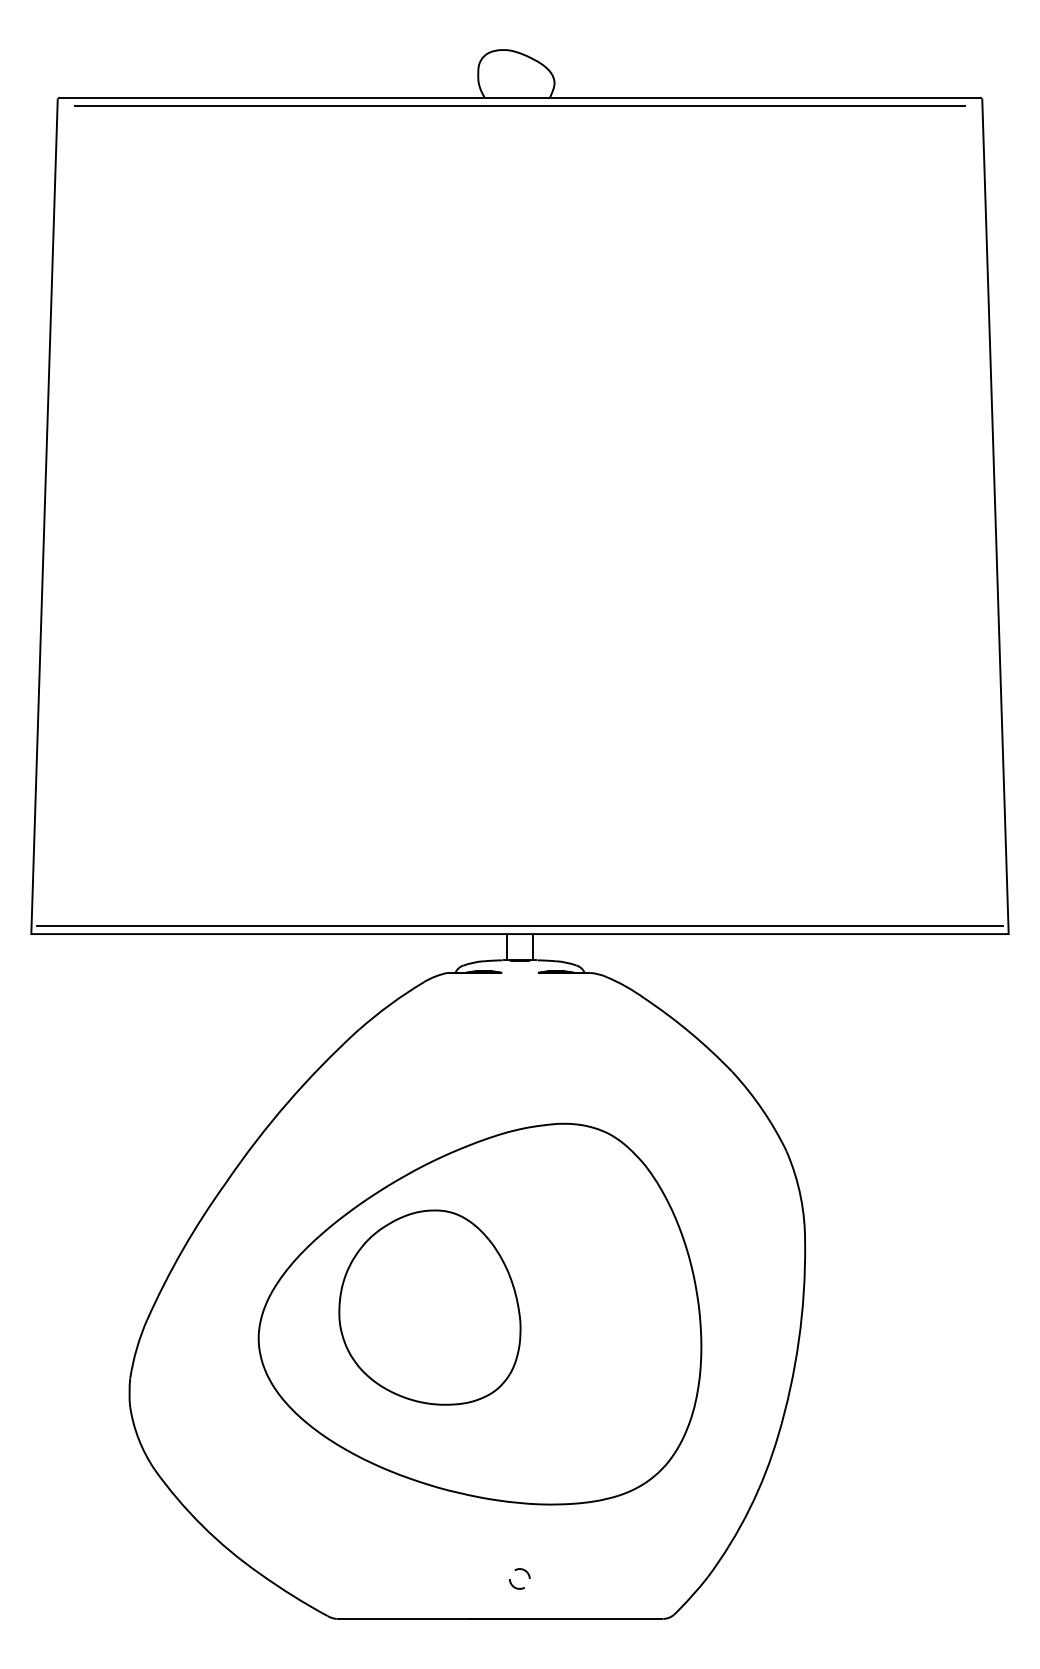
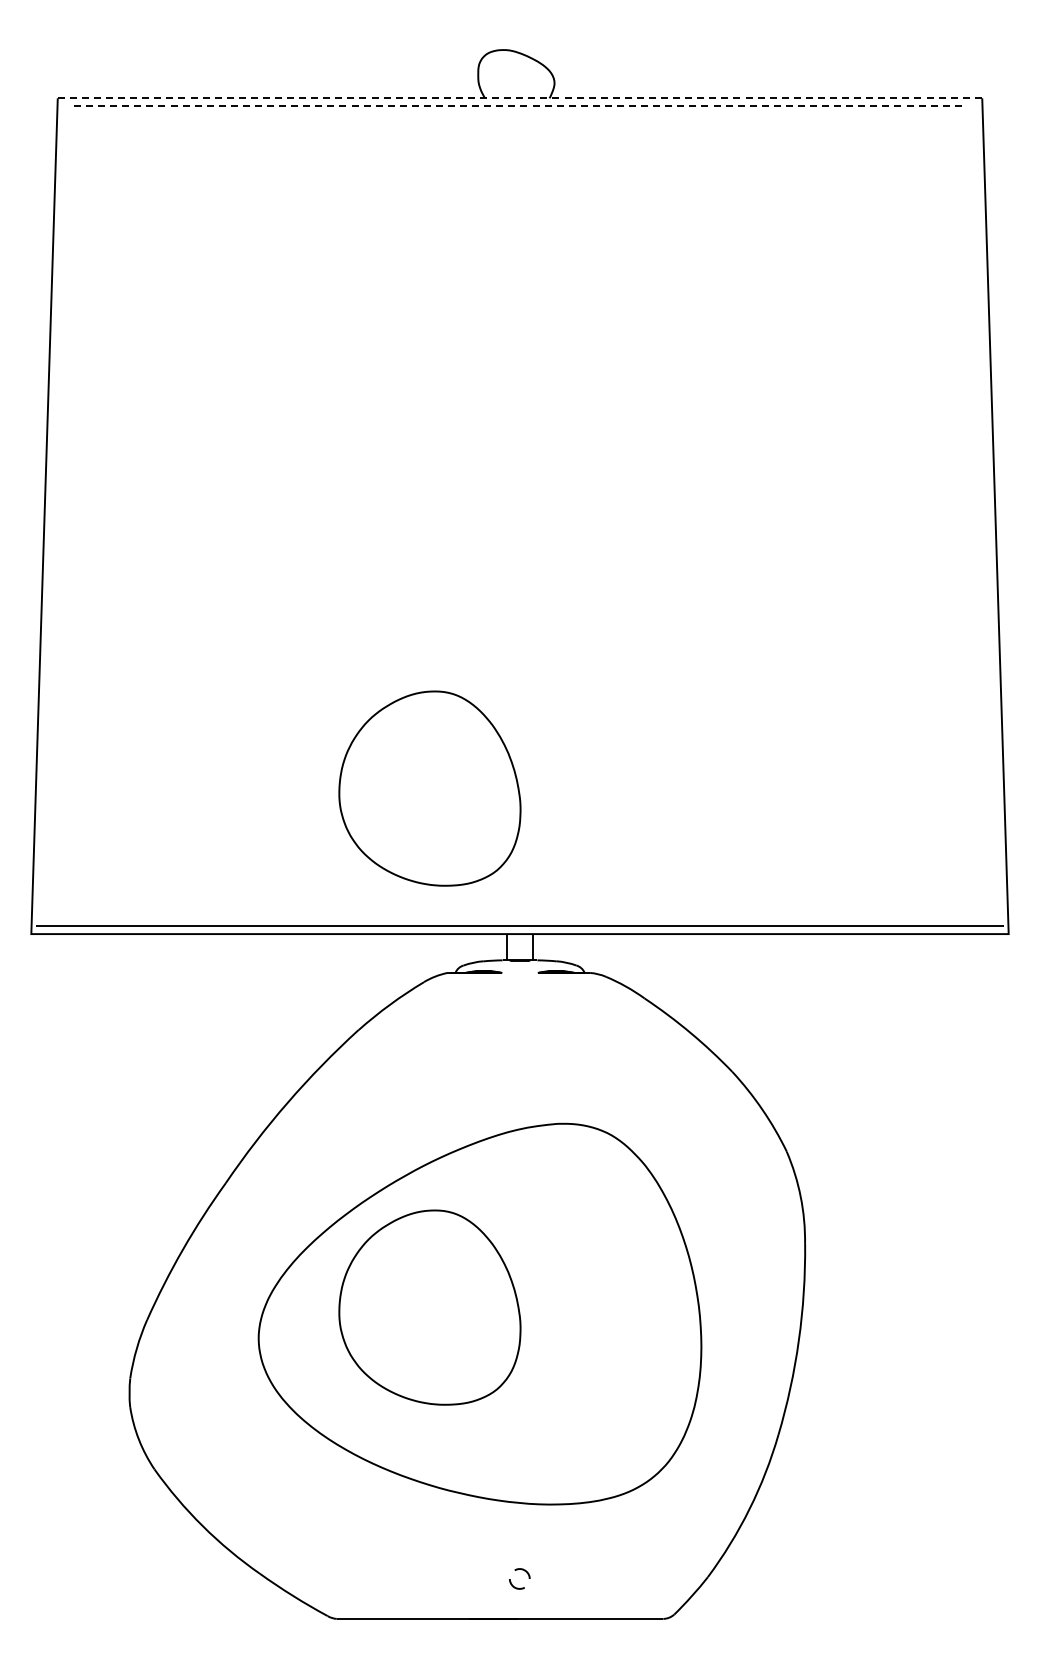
line at (520, 98): solid -> dashed
line at (520, 106): solid -> dashed
part at (429, 788): none -> present
